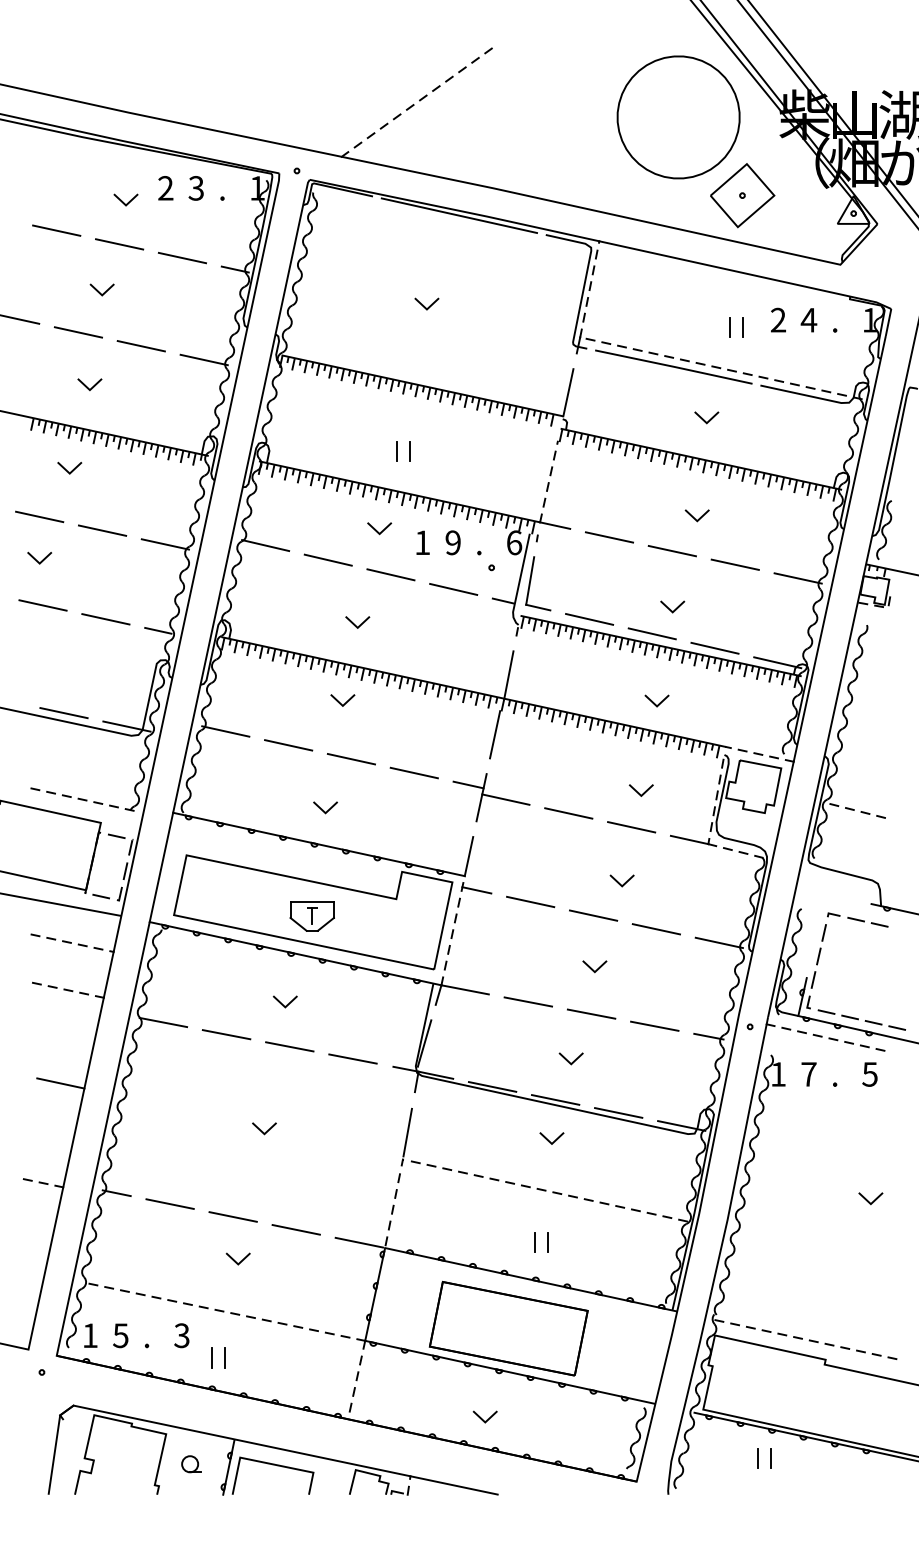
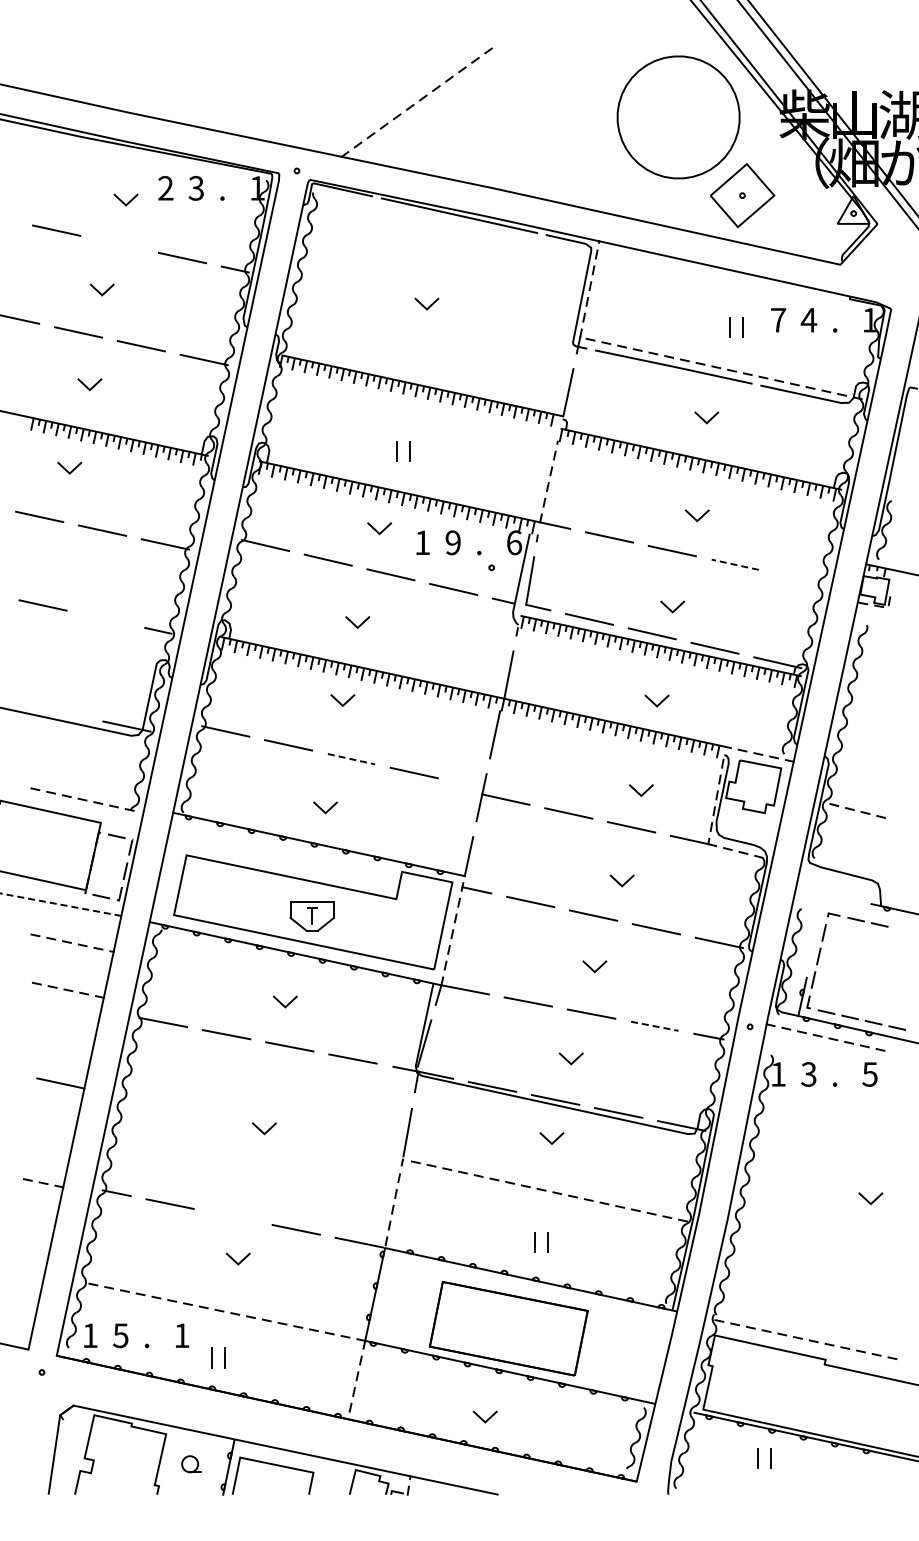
line at (119, 244): present -> none
text at (778, 319): 2 -> 7
line at (36, 559): present -> none
line at (734, 564): solid -> dashed
line at (797, 578): present -> none
line at (105, 619): present -> none
line at (63, 713): present -> none
line at (351, 759): solid -> dashed
line at (468, 784): present -> none
line at (61, 904): solid -> dashed
line at (655, 1026): solid -> dashed
text at (808, 1074): 7 -> 3
line at (232, 1216): present -> none
text at (181, 1335): 3 -> 1
